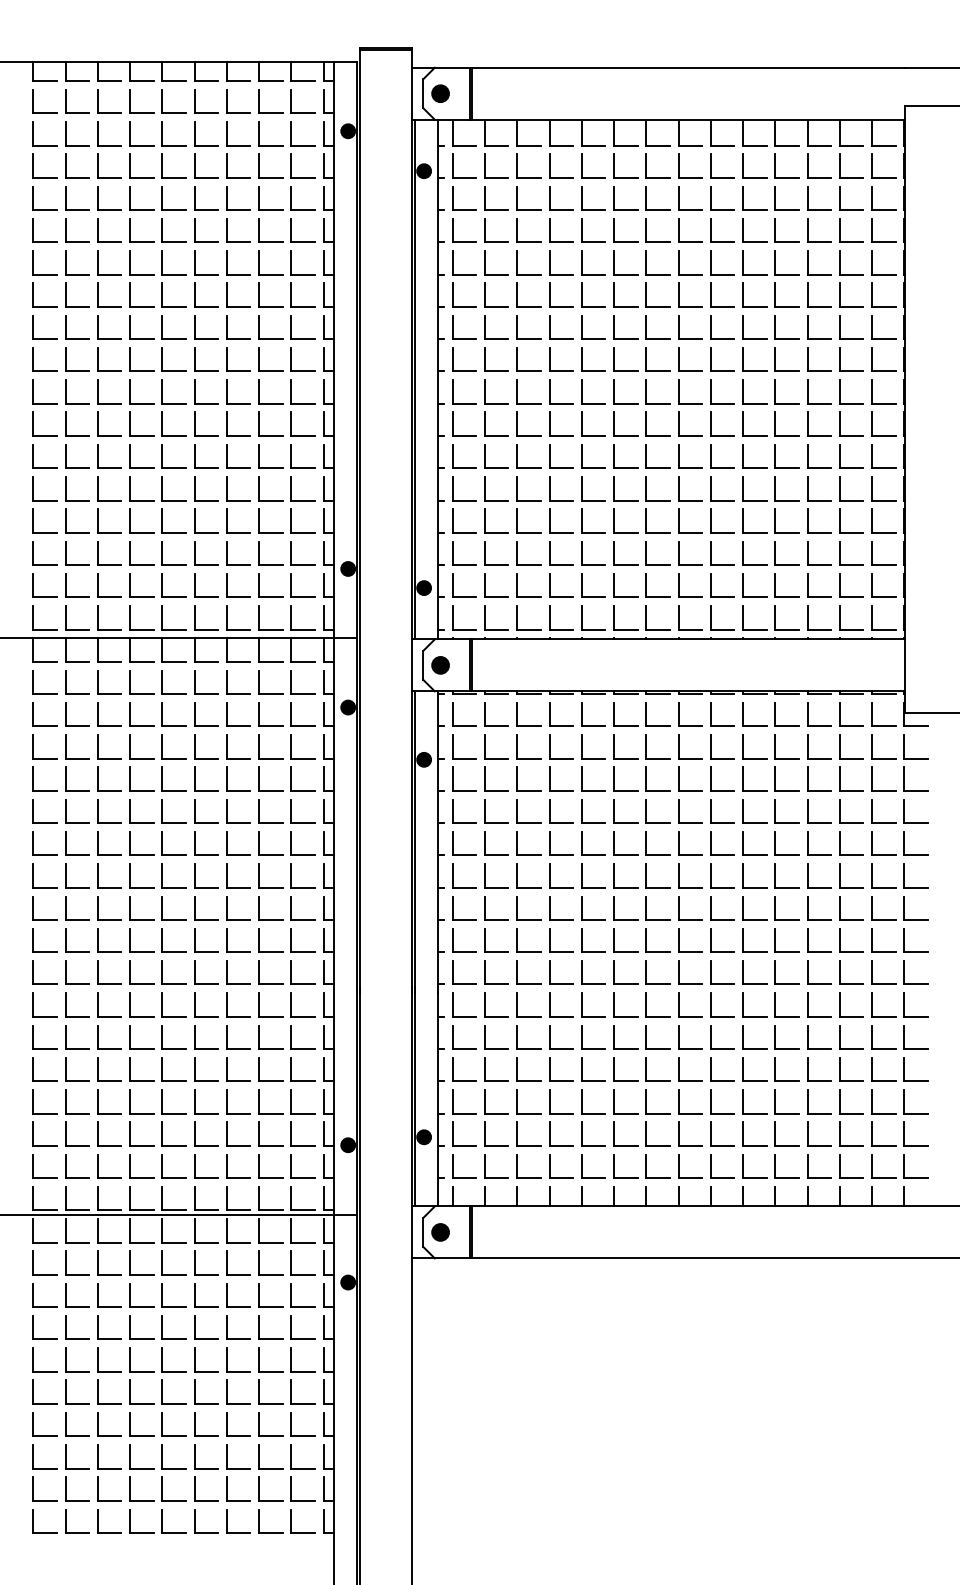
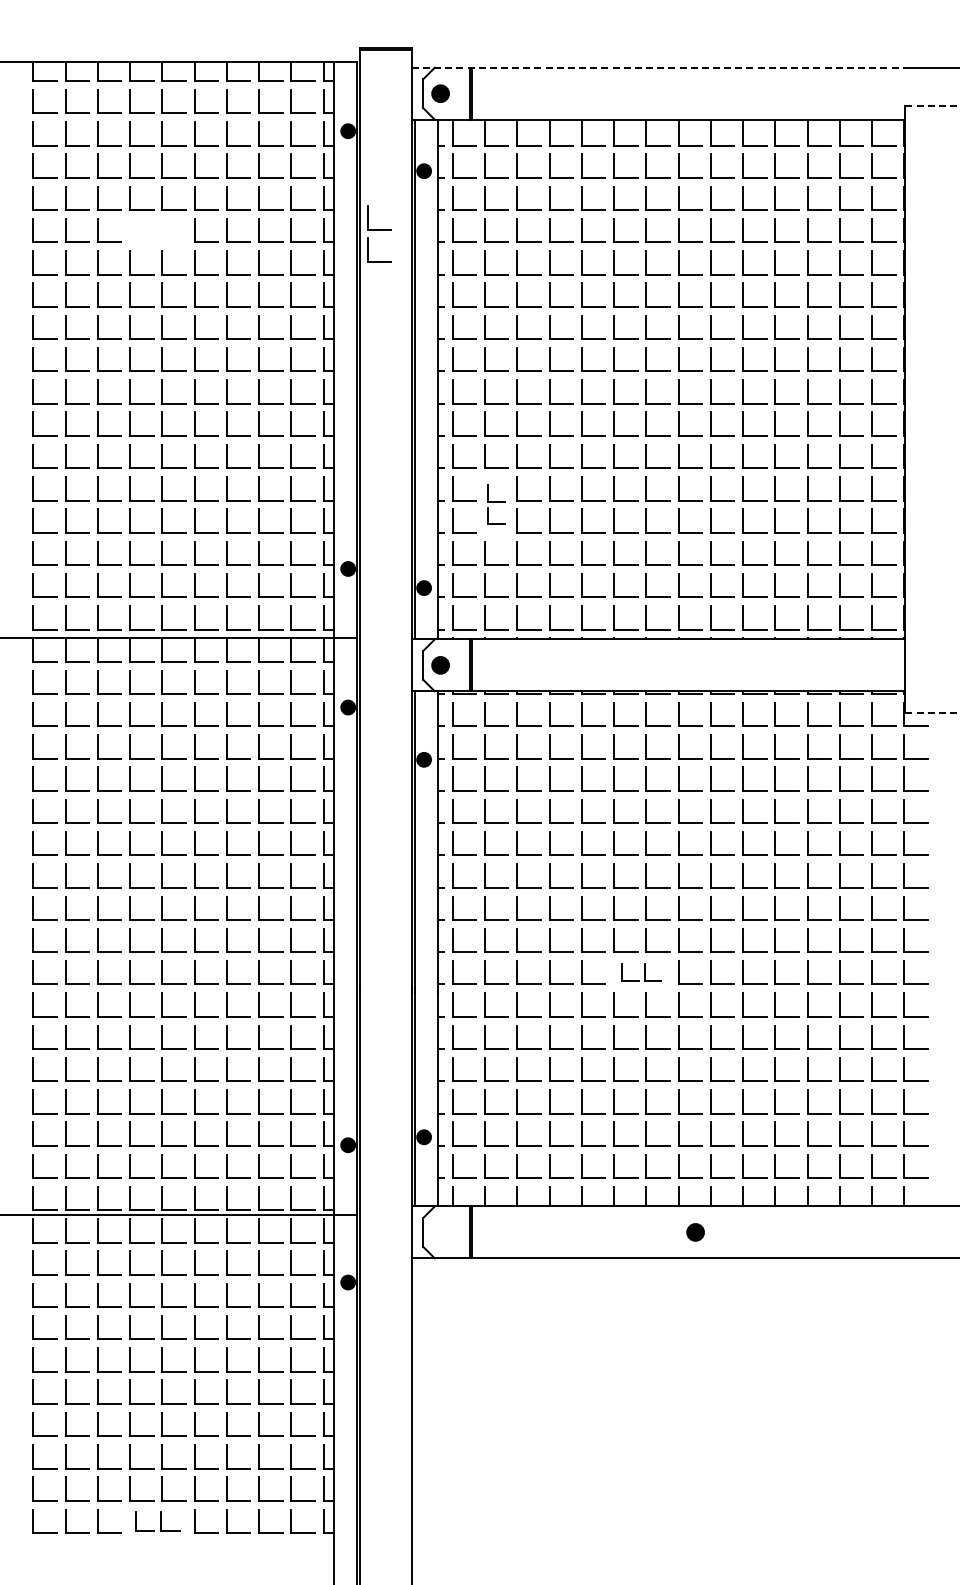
line at (658, 67): solid -> dashed
line at (932, 106): solid -> dashed
part at (157, 230): present -> none
part at (379, 233): none -> present
part at (496, 504) size: 25x58 px -> 19x41 px
line at (932, 712): solid -> dashed
part at (641, 972) size: 58x25 px -> 41x19 px
part at (440, 1232) position: (440, 1232) -> (695, 1232)
part at (157, 1521) size: 58x25 px -> 46x21 px
